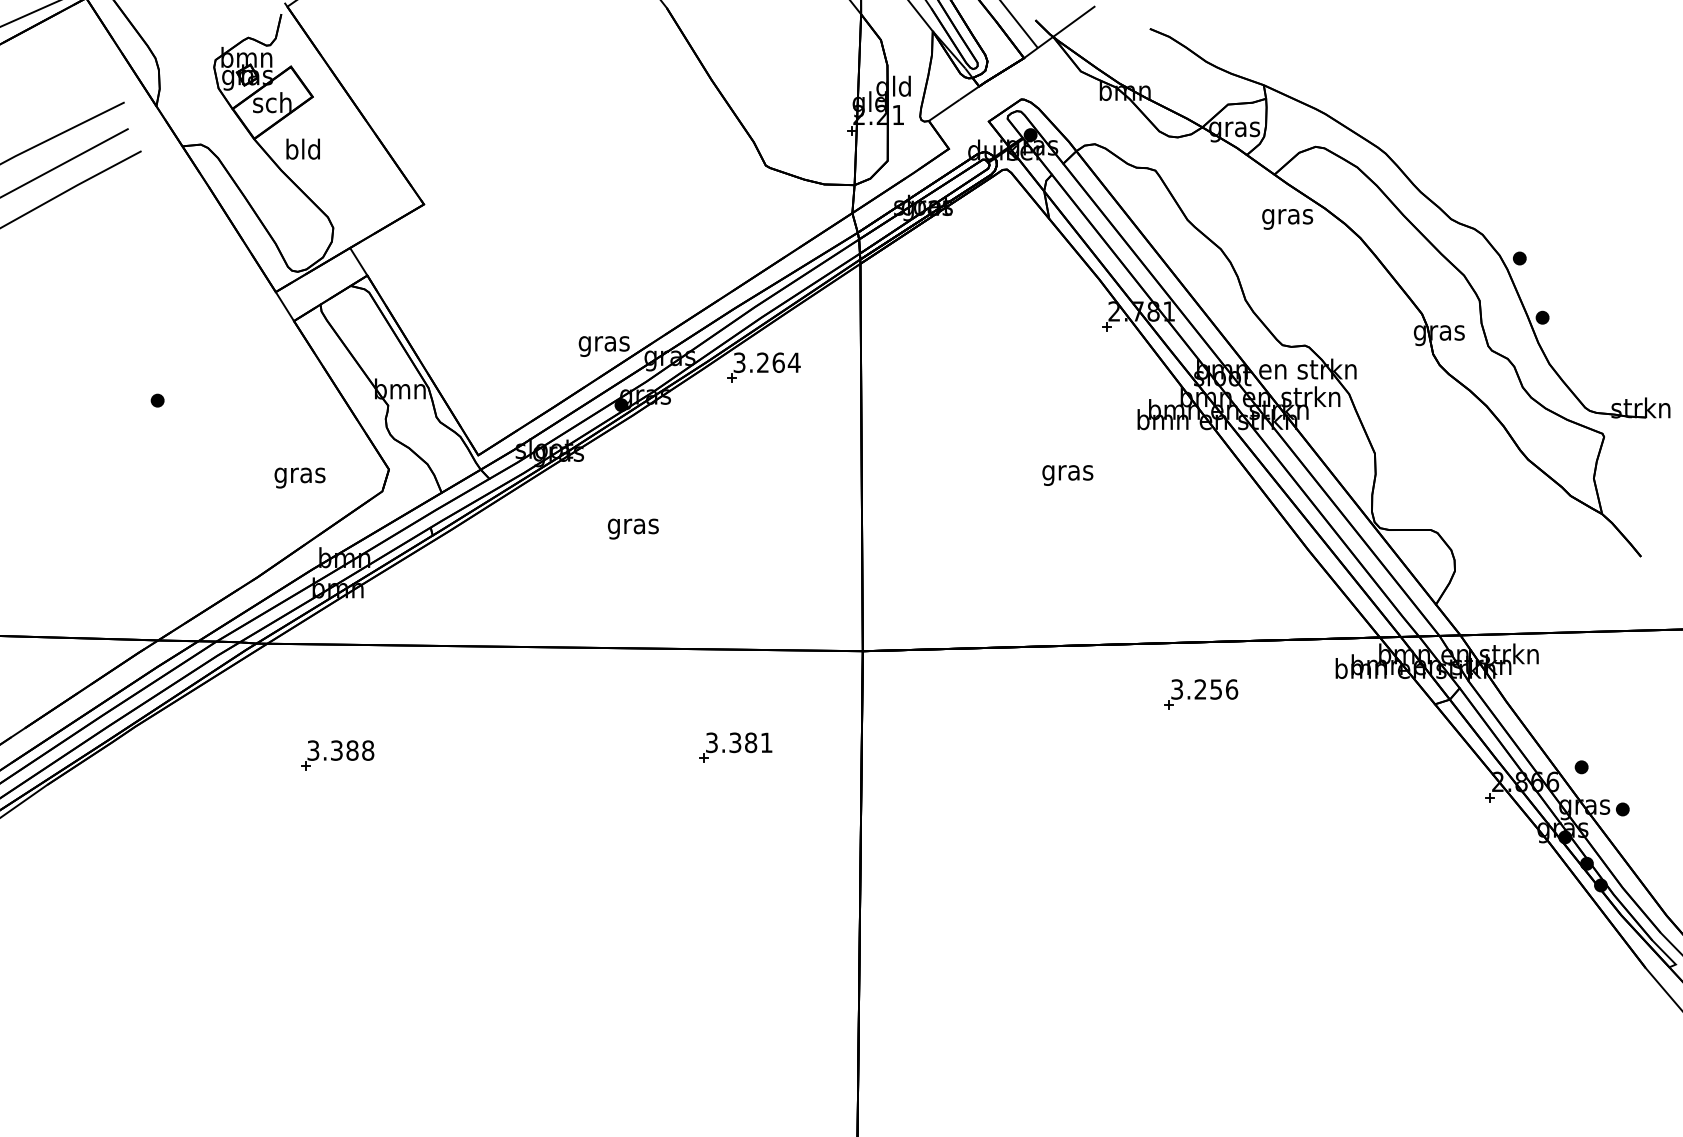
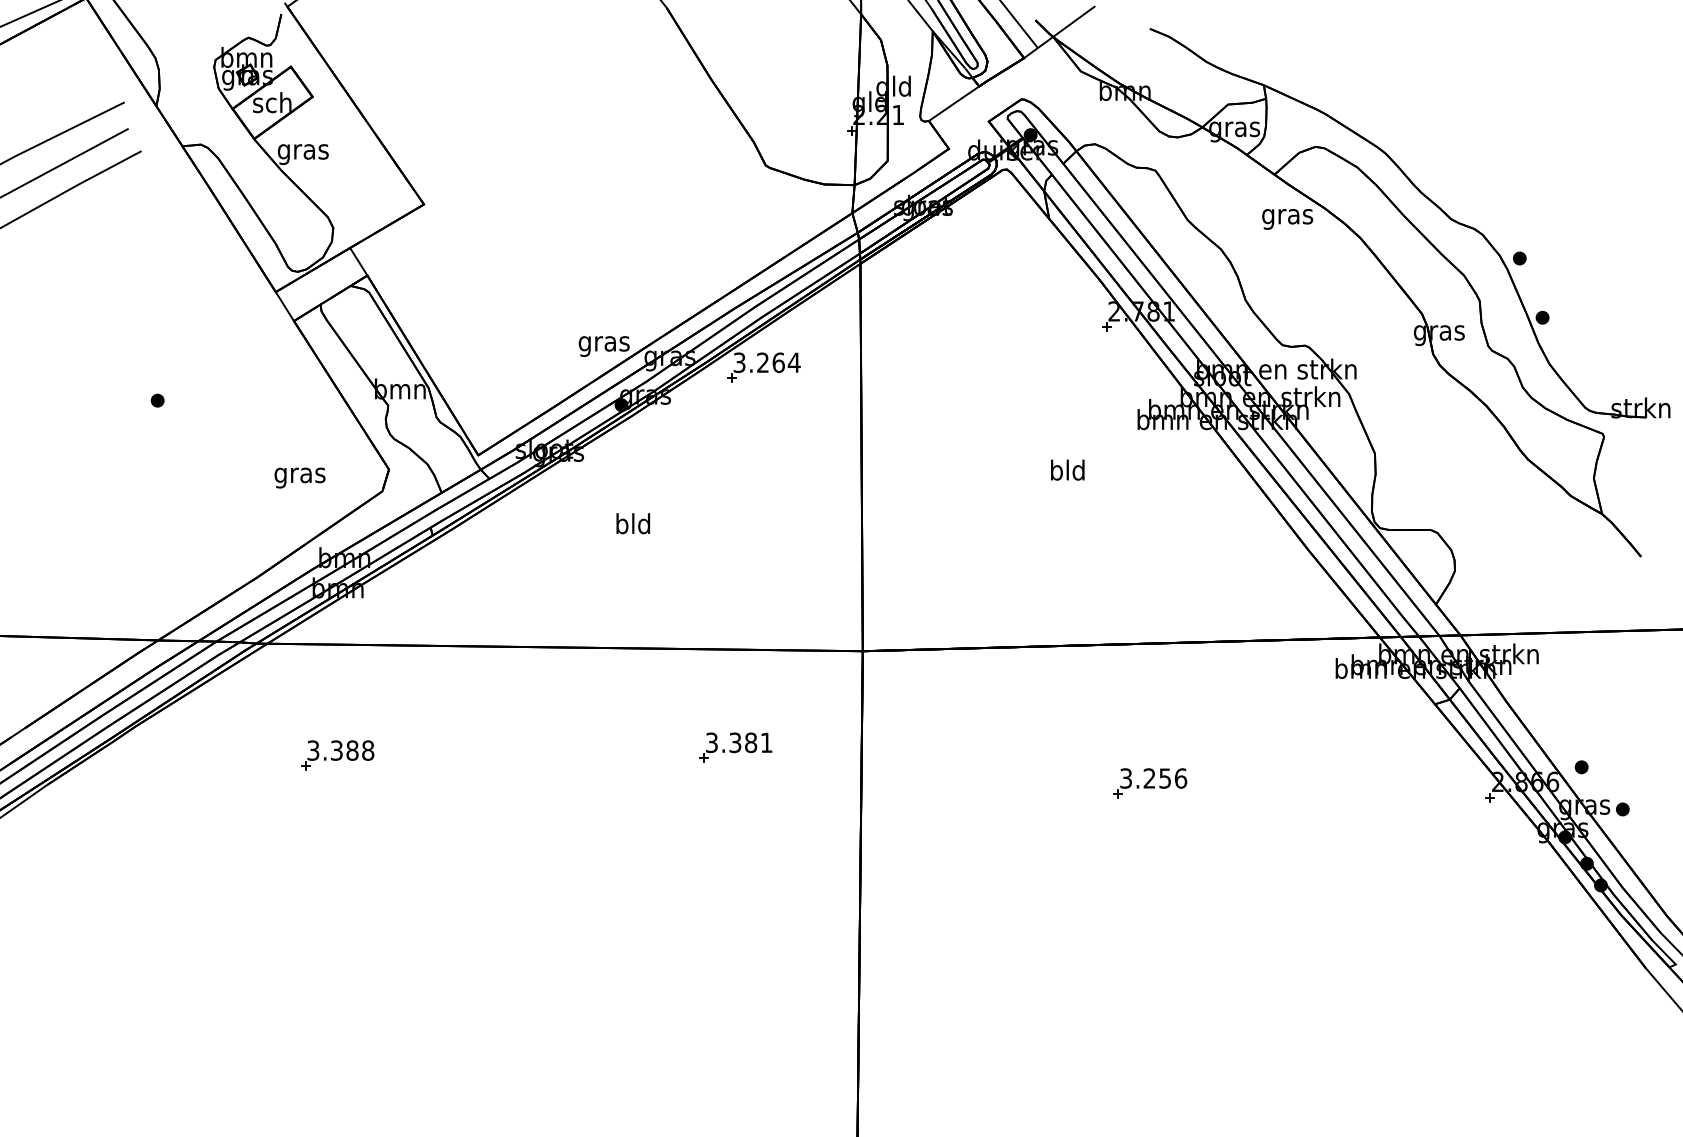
text at (302, 151): bld -> gras
text at (1067, 472): gras -> bld
text at (632, 526): gras -> bld
part at (1201, 694) position: (1201, 694) -> (1150, 783)
